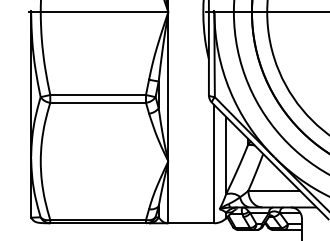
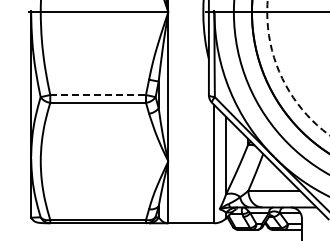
circle at (298, 67): solid -> dashed
line at (98, 95): solid -> dashed
